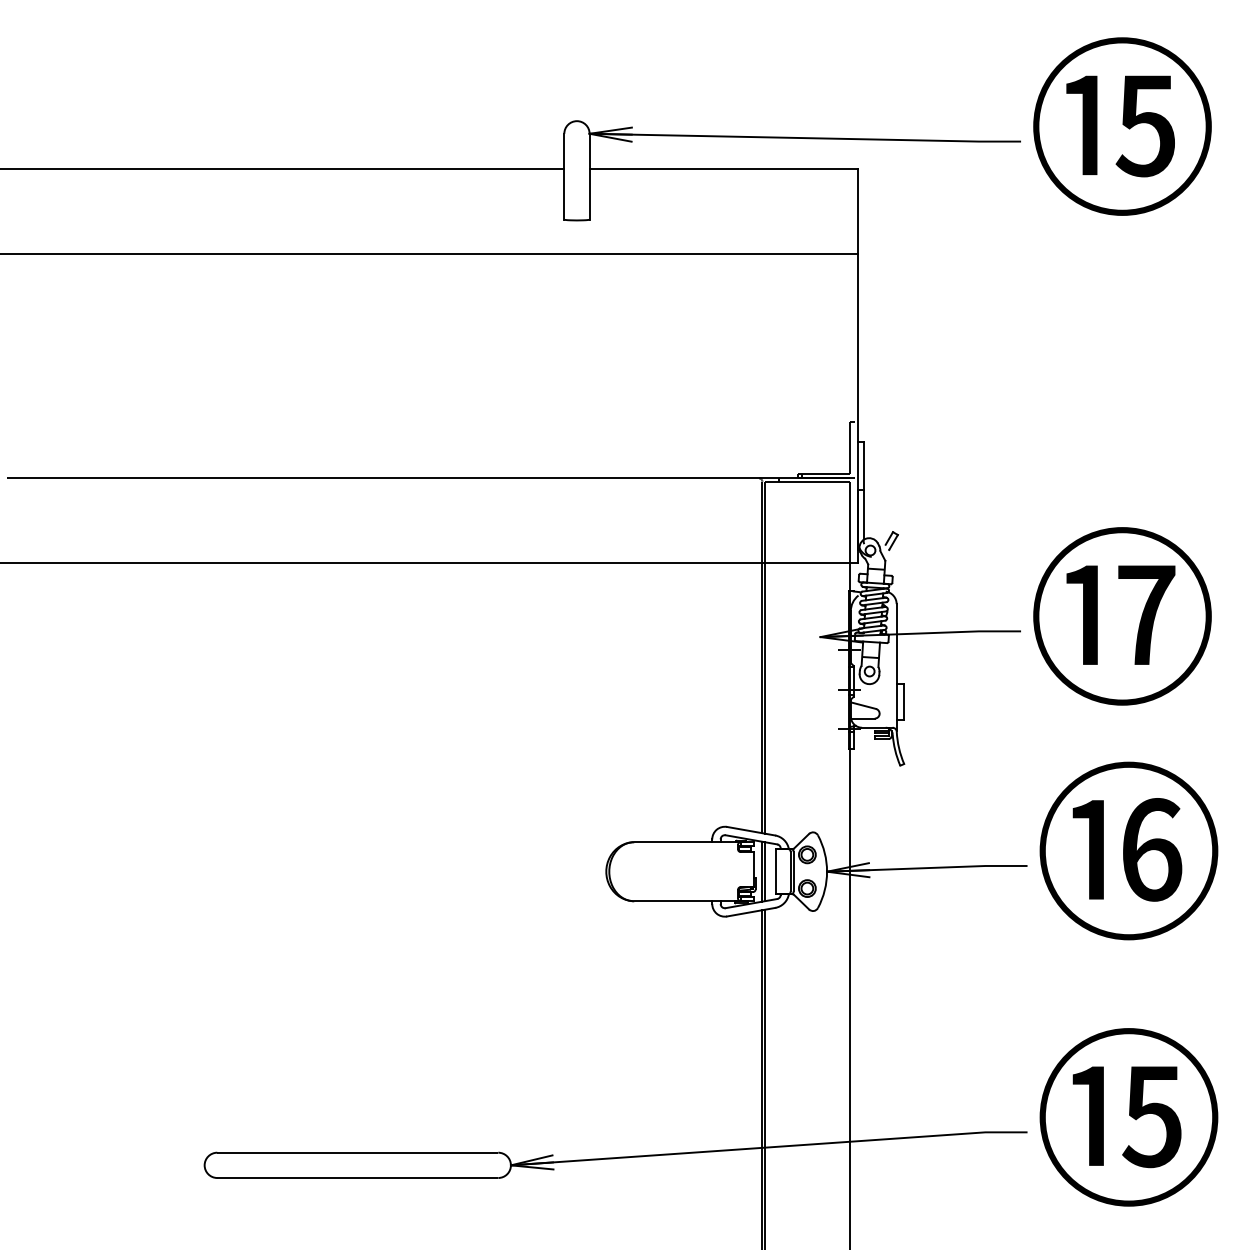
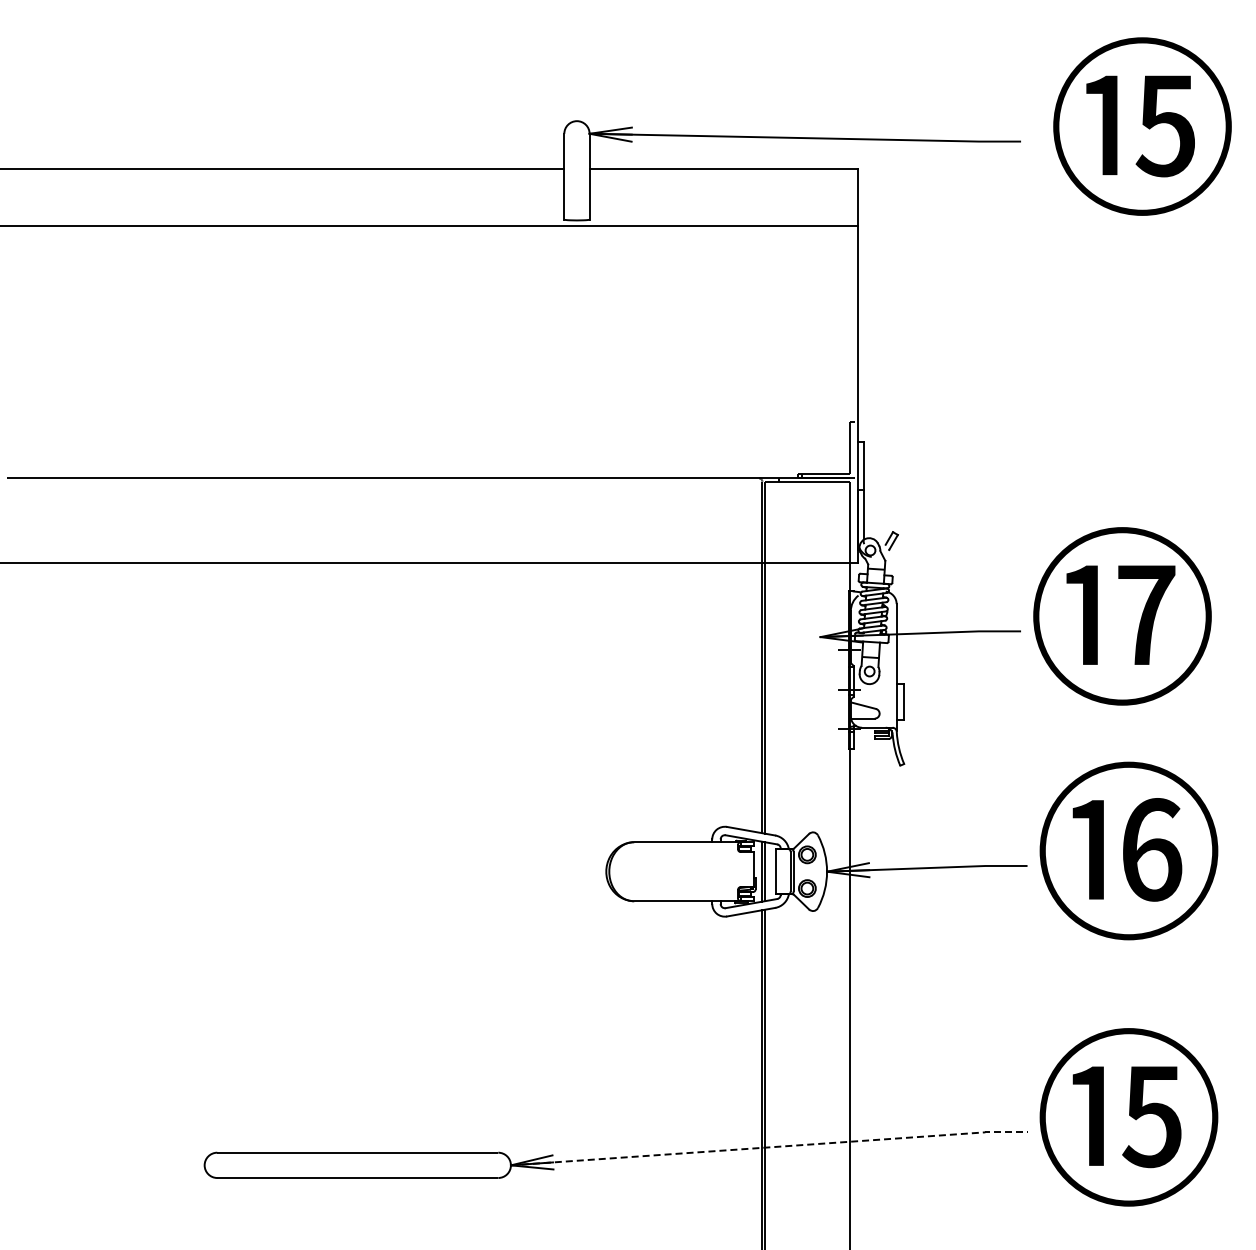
text at (1122, 126) position: (1122, 126) -> (1142, 126)
line at (429, 253) position: (429, 253) -> (429, 225)
line at (770, 1147): solid -> dashed
